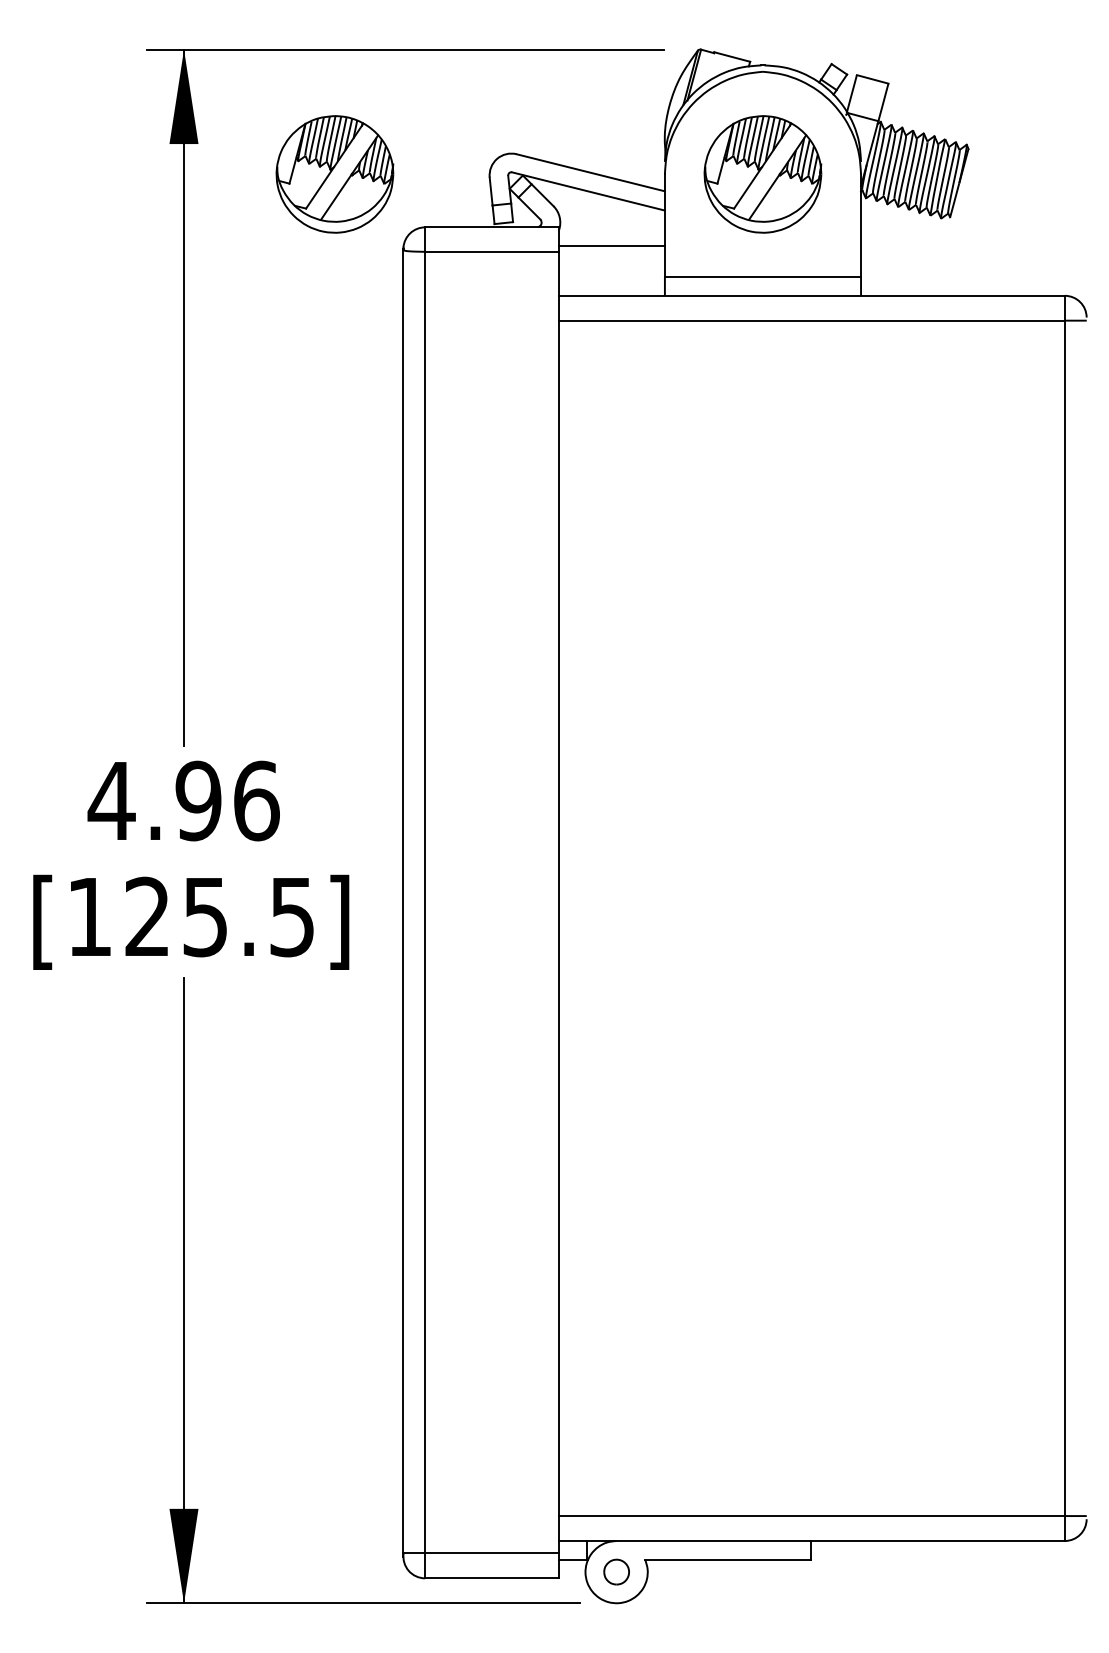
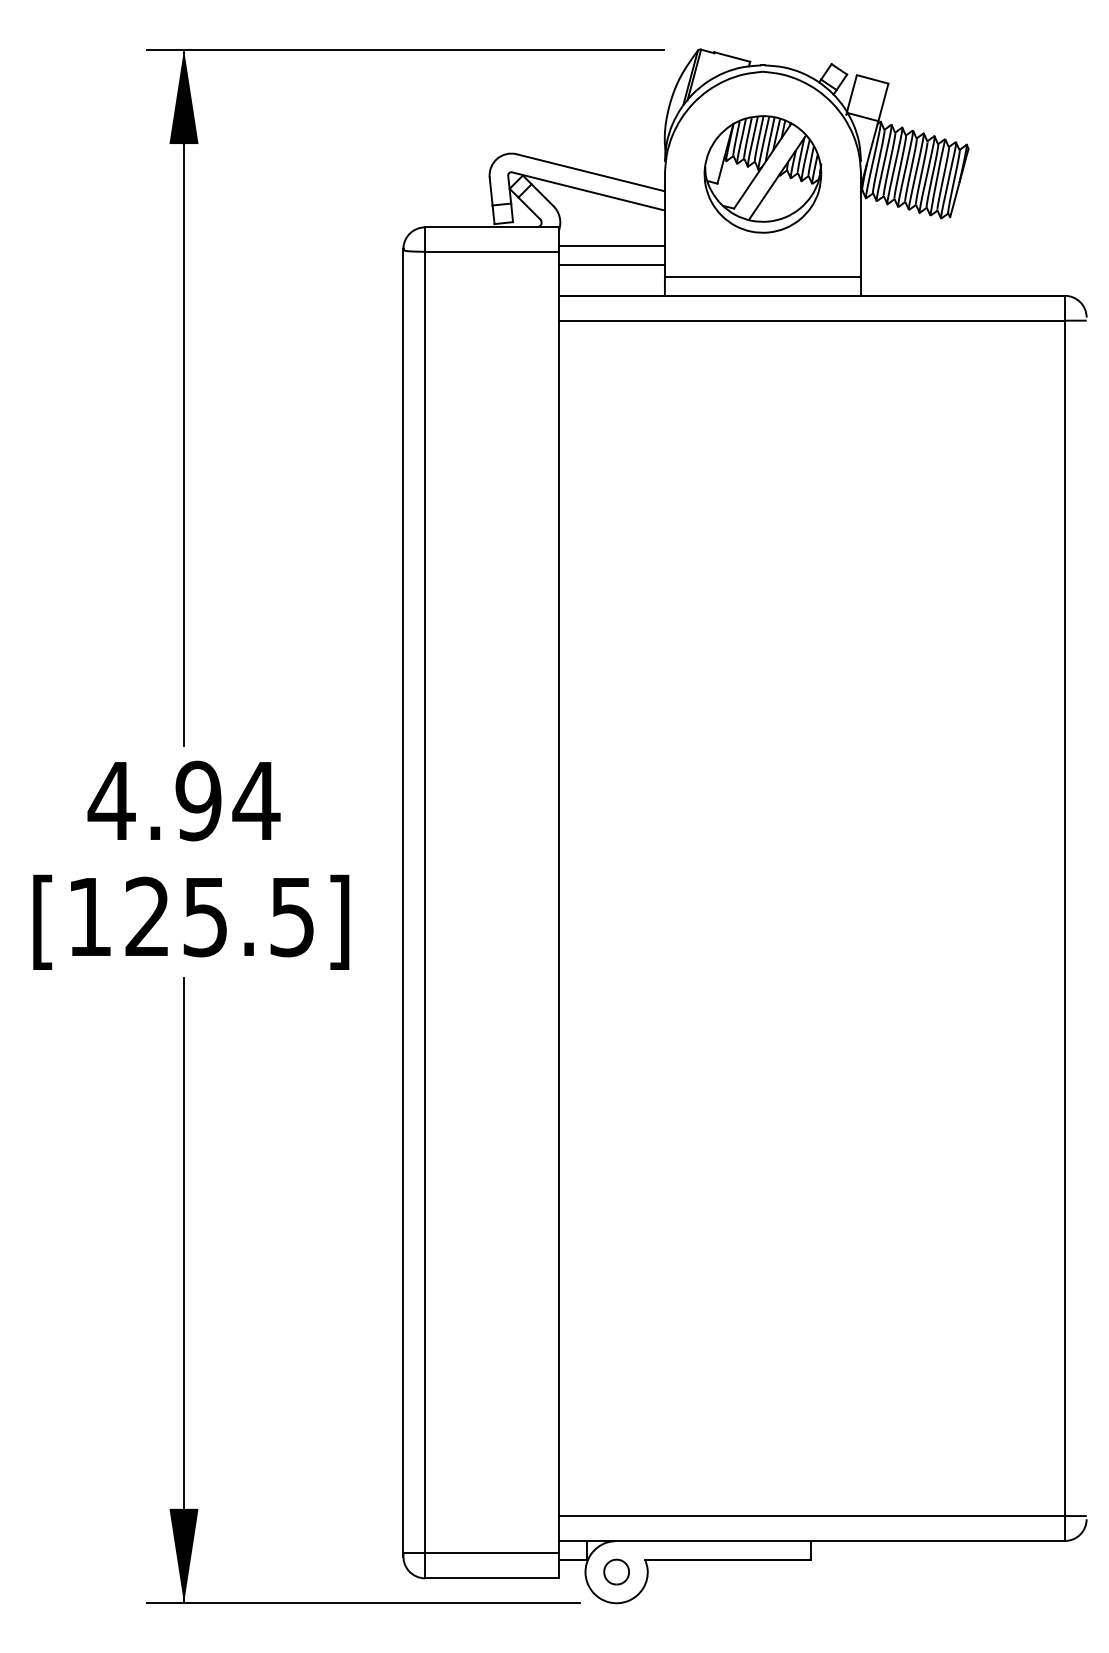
part at (334, 174): present -> none
line at (611, 264): none -> present
text at (256, 800): 4.96 -> 4.94
